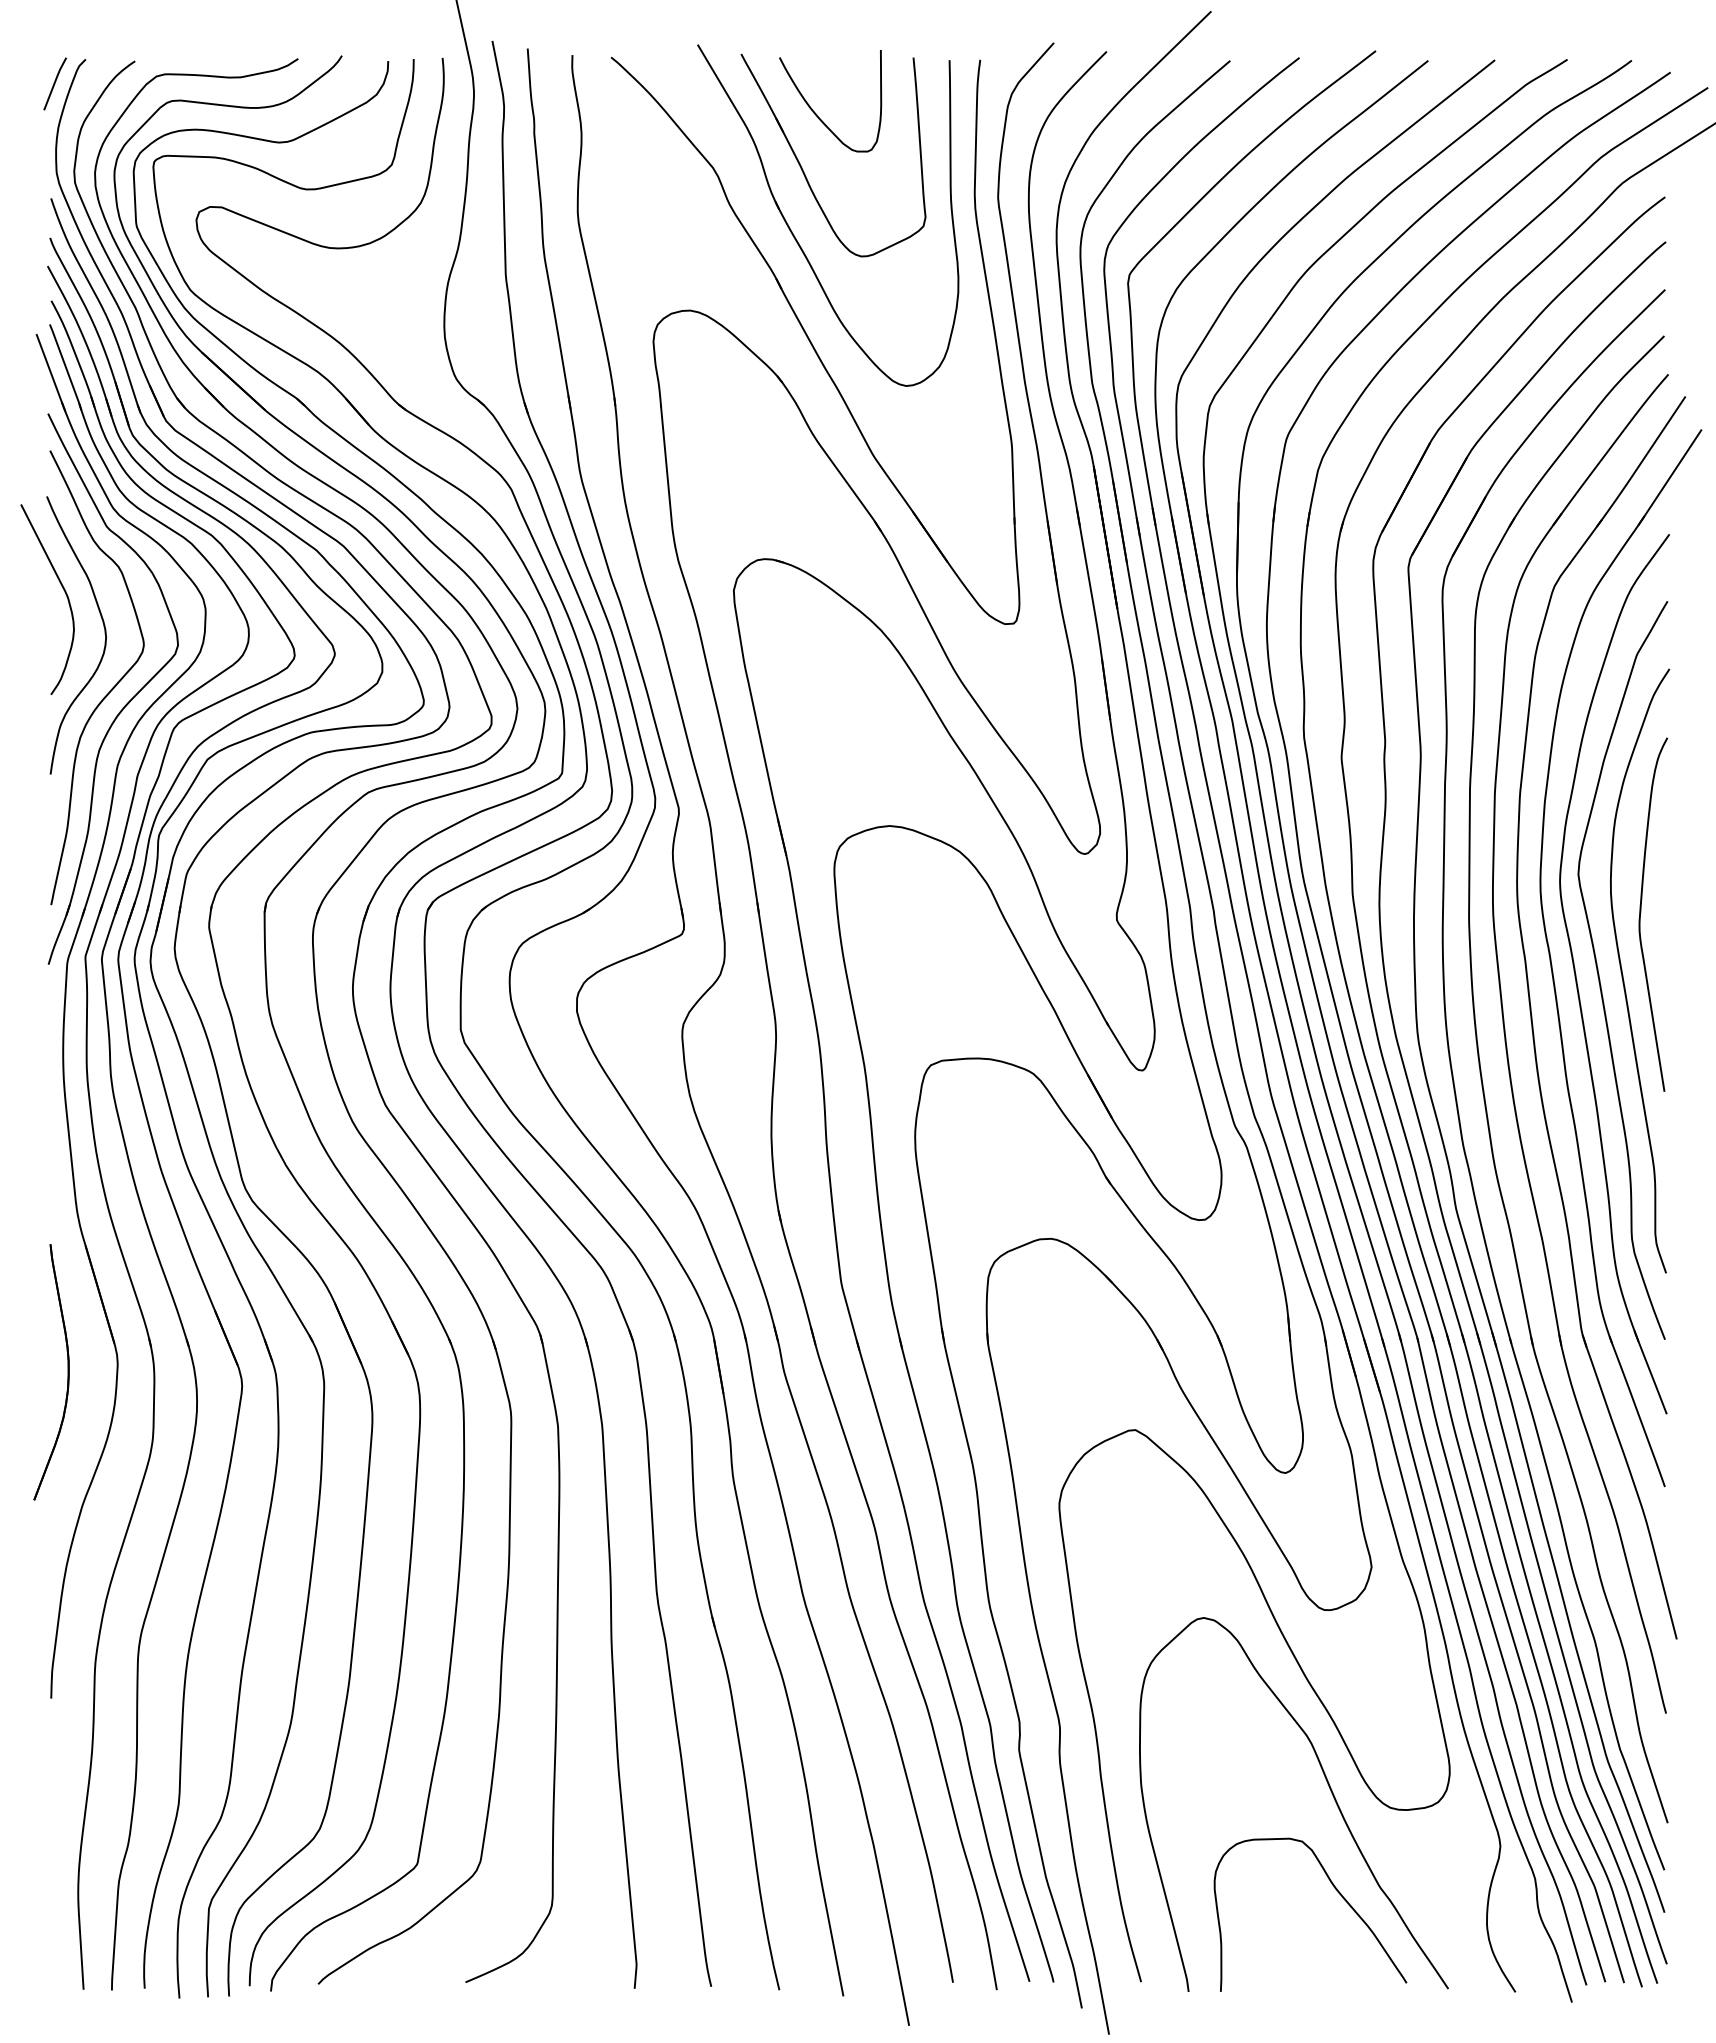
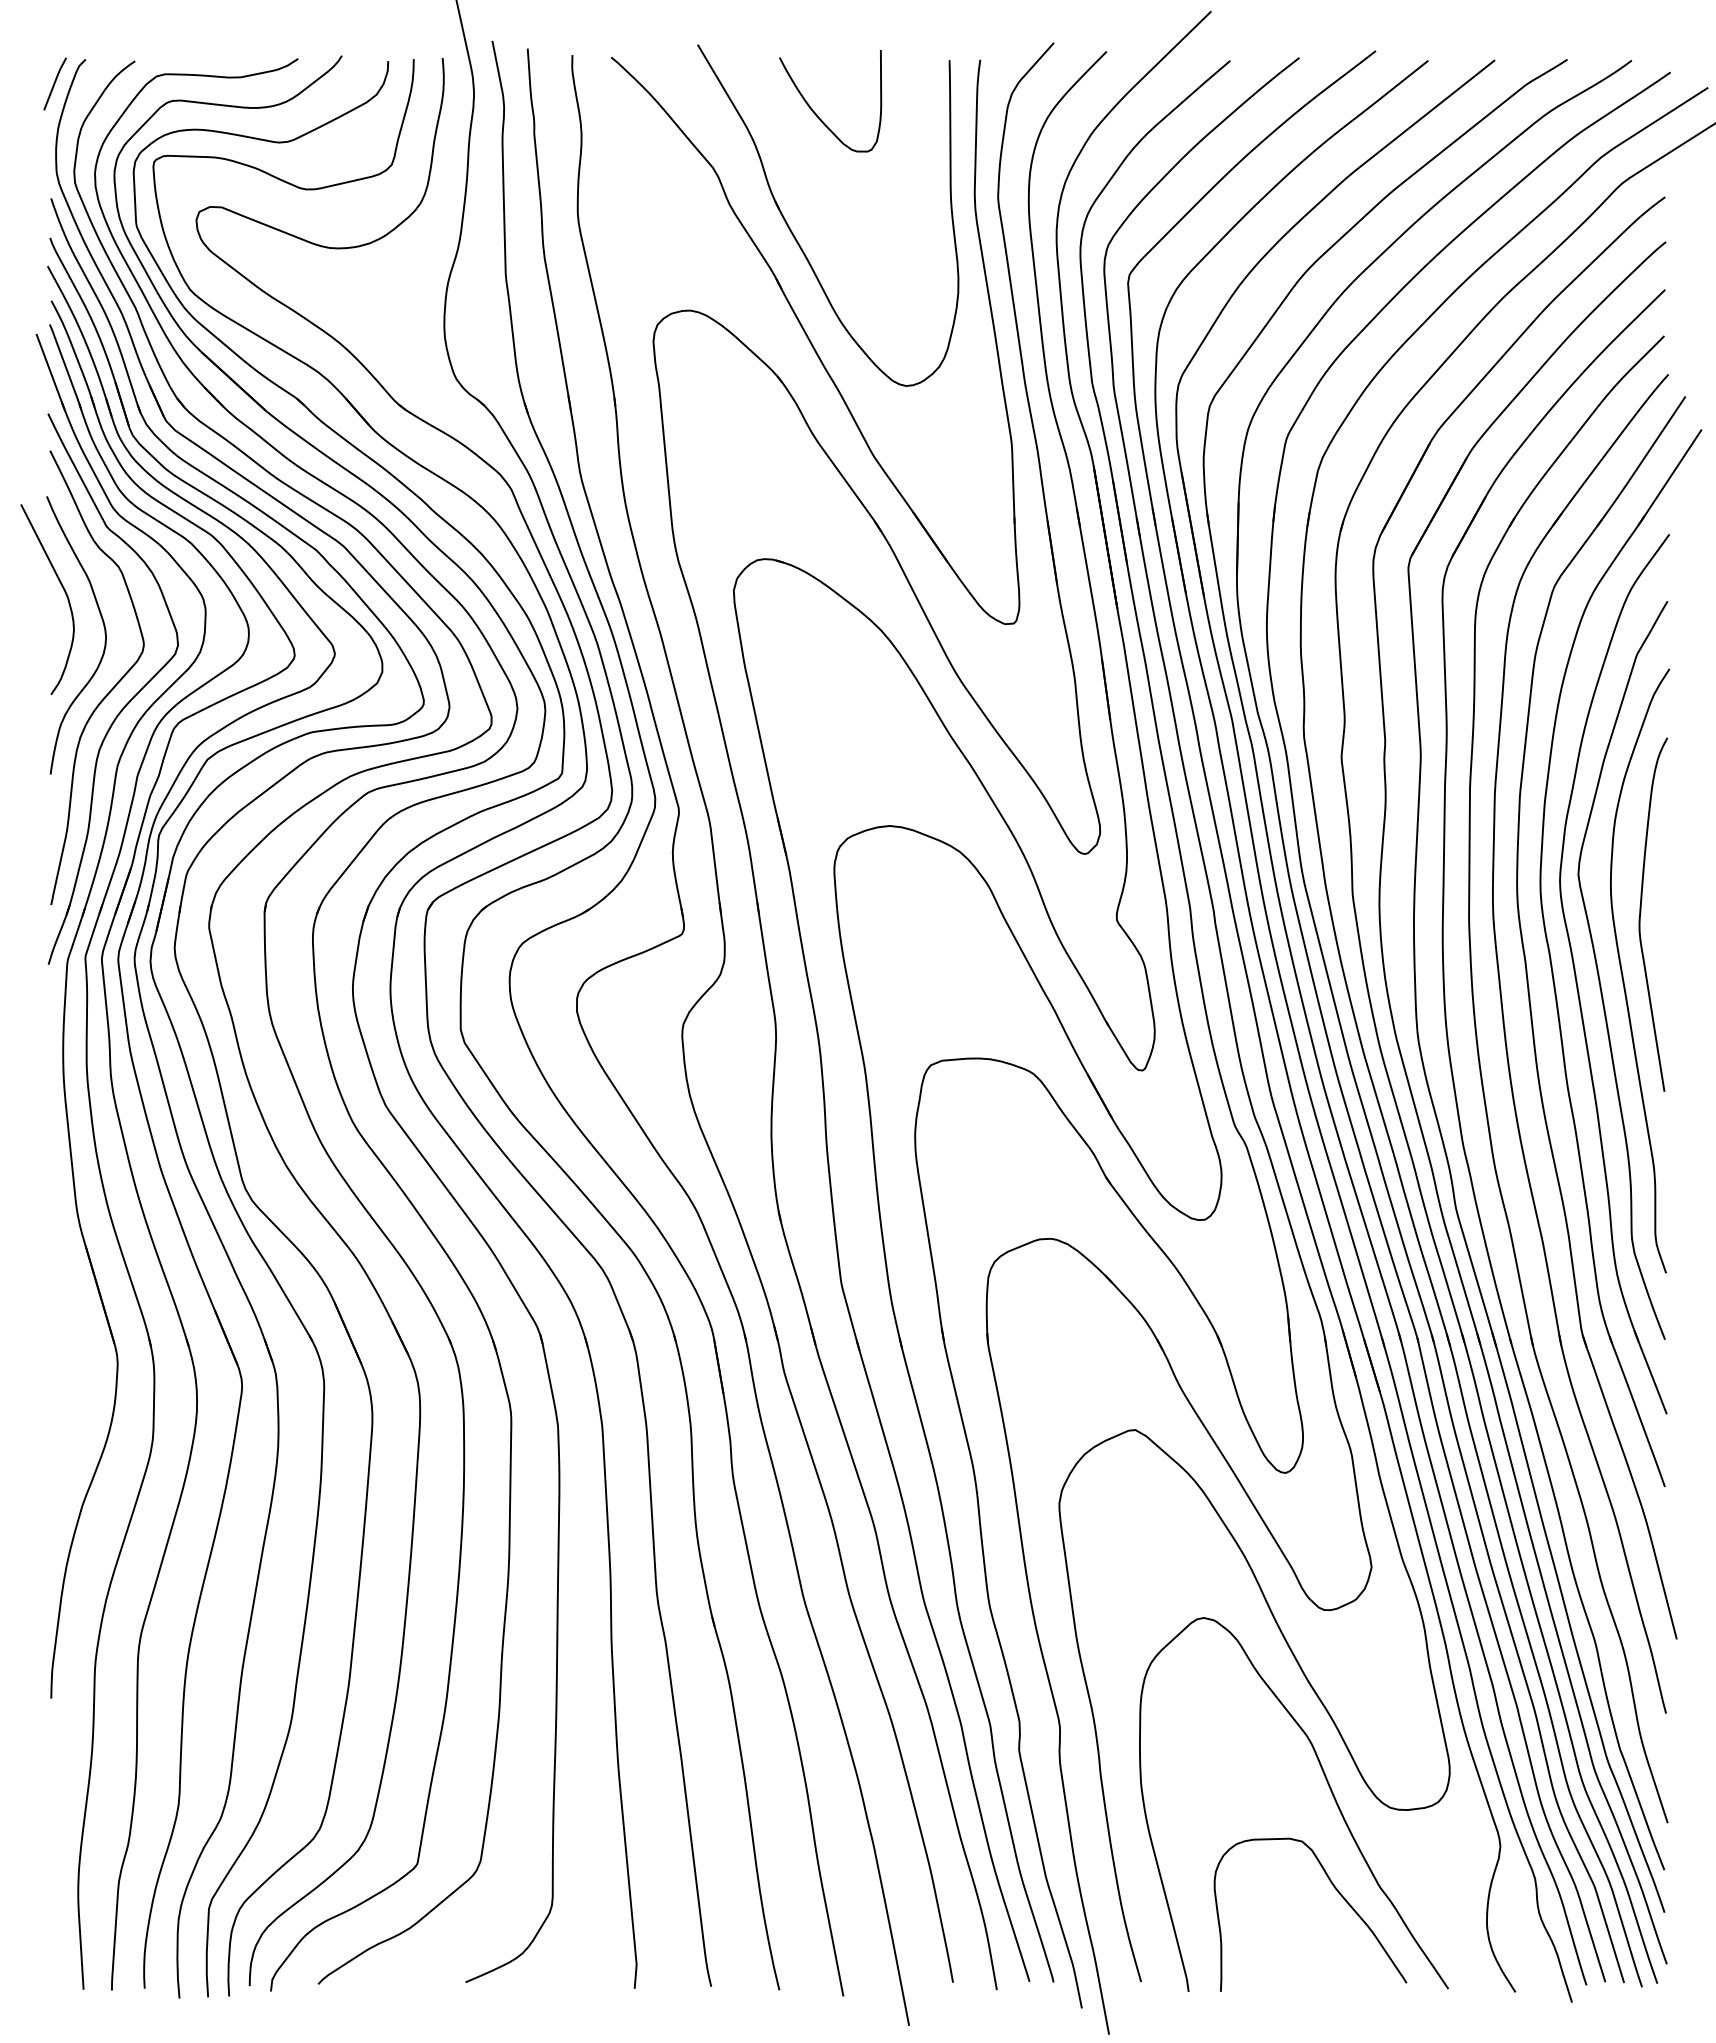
part at (803, 169): present -> none
part at (67, 1372): present -> none
